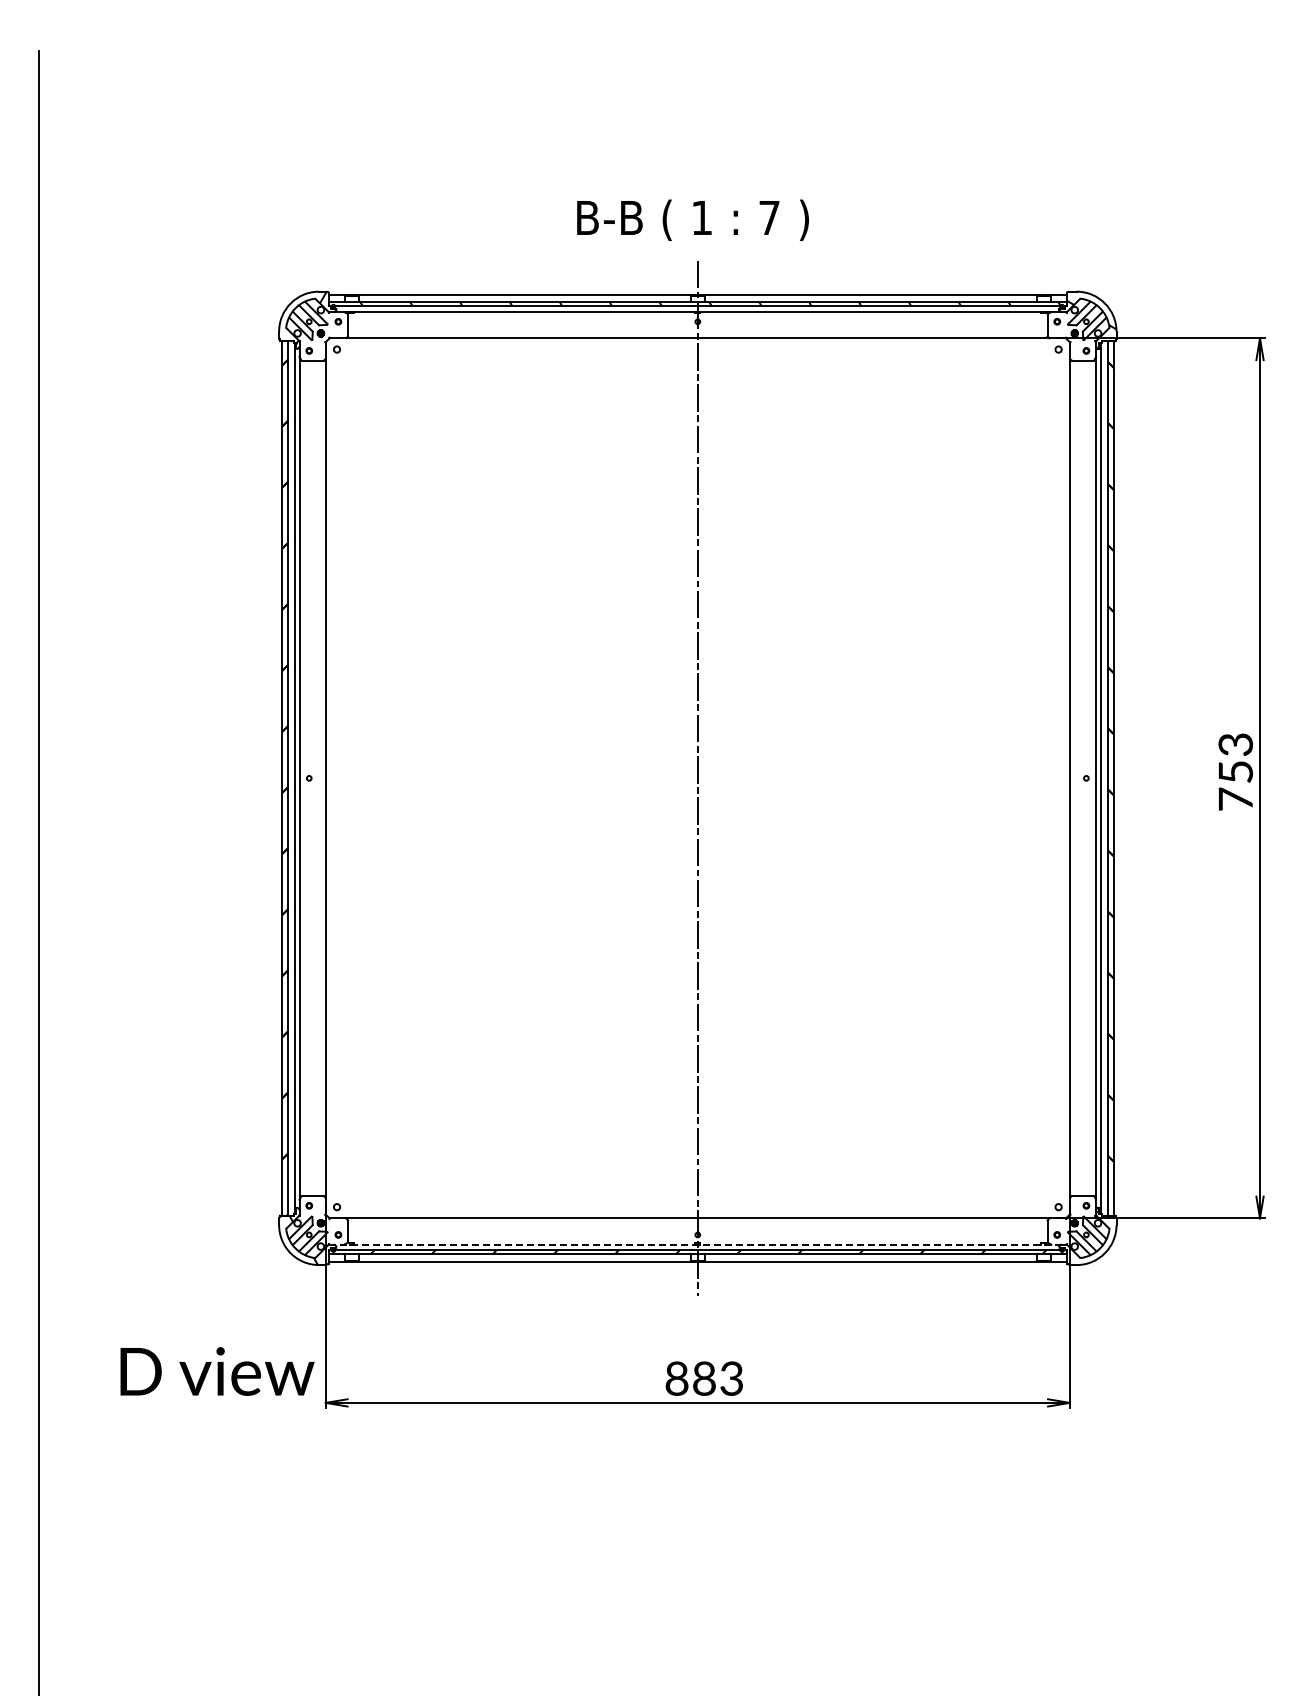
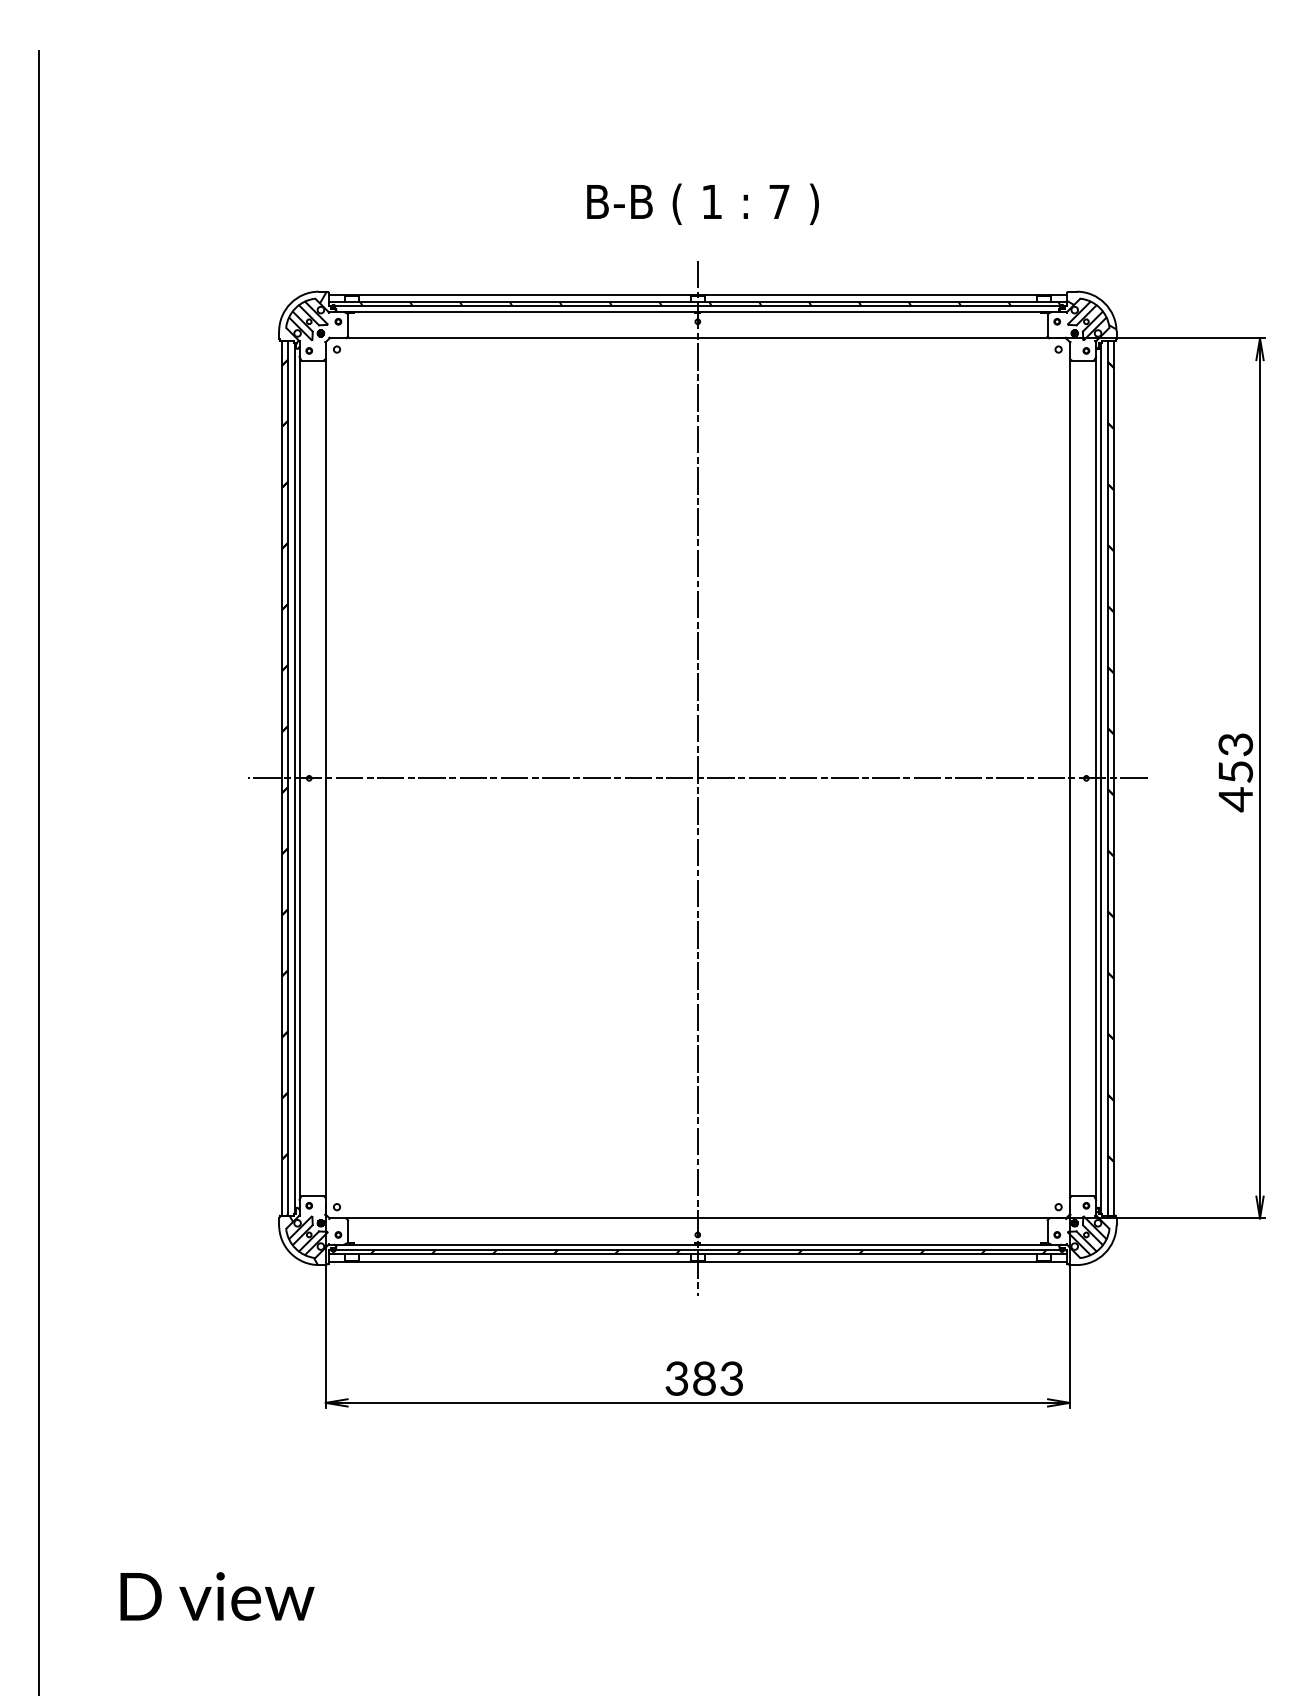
text at (692, 219) position: (692, 219) -> (702, 203)
line at (697, 778): none -> present
text at (1235, 799): 753 -> 453
line at (697, 1244): dashed -> solid
text at (217, 1371) position: (217, 1371) -> (217, 1596)
text at (676, 1378): 883 -> 383
